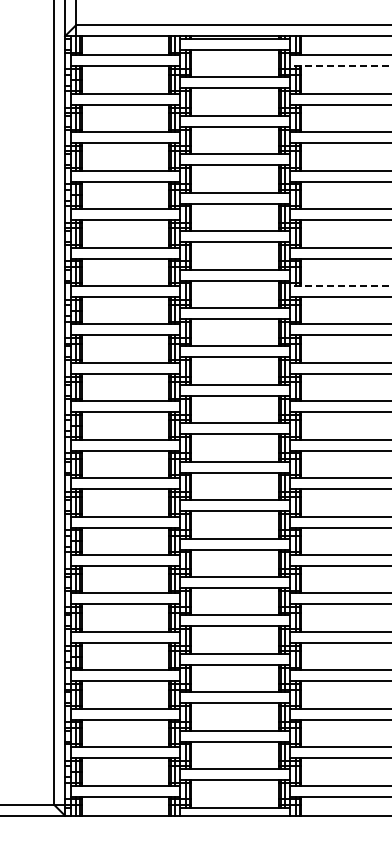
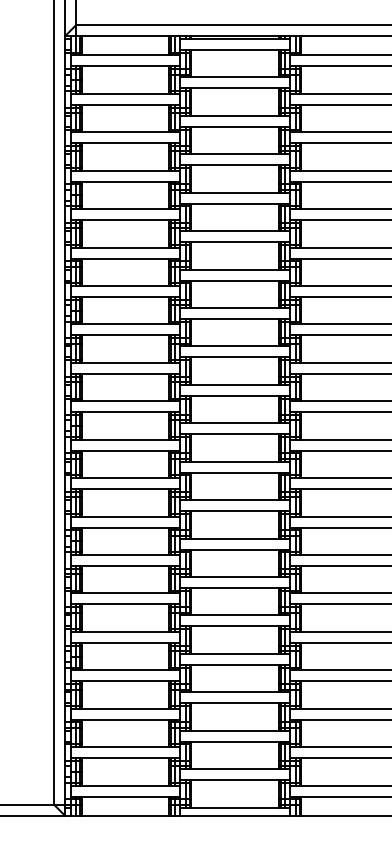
line at (341, 66): dashed -> solid
line at (341, 285): dashed -> solid
